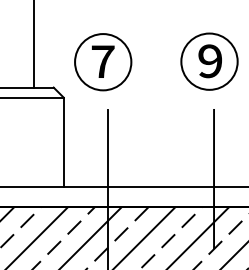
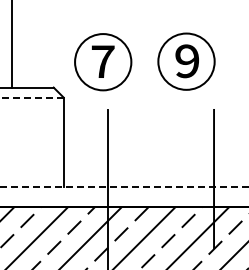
line at (33, 44) position: (33, 44) -> (11, 44)
text at (209, 61) position: (209, 61) -> (186, 61)
line at (31, 97): solid -> dashed
line at (124, 187): solid -> dashed
